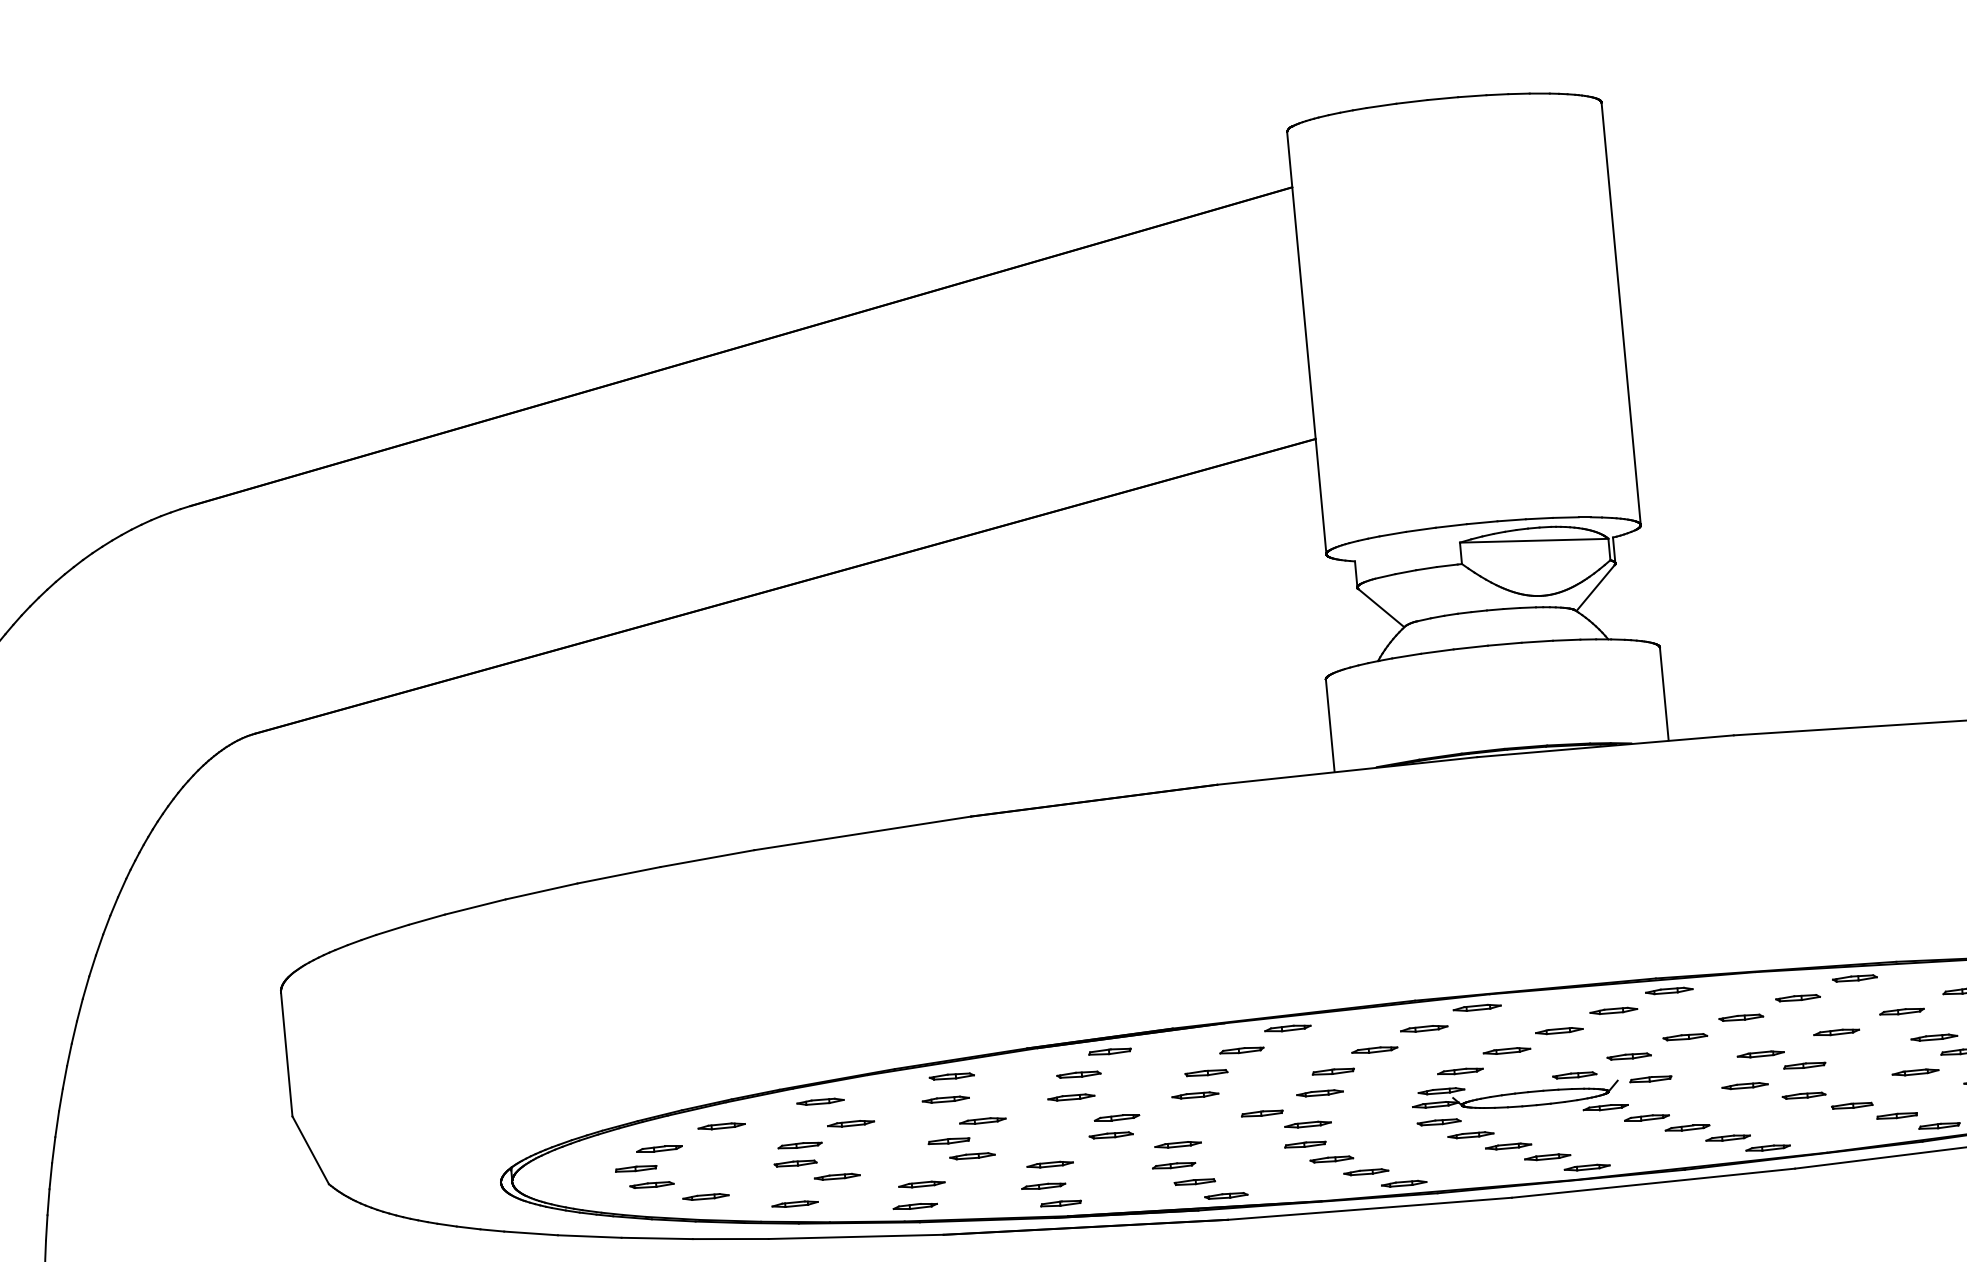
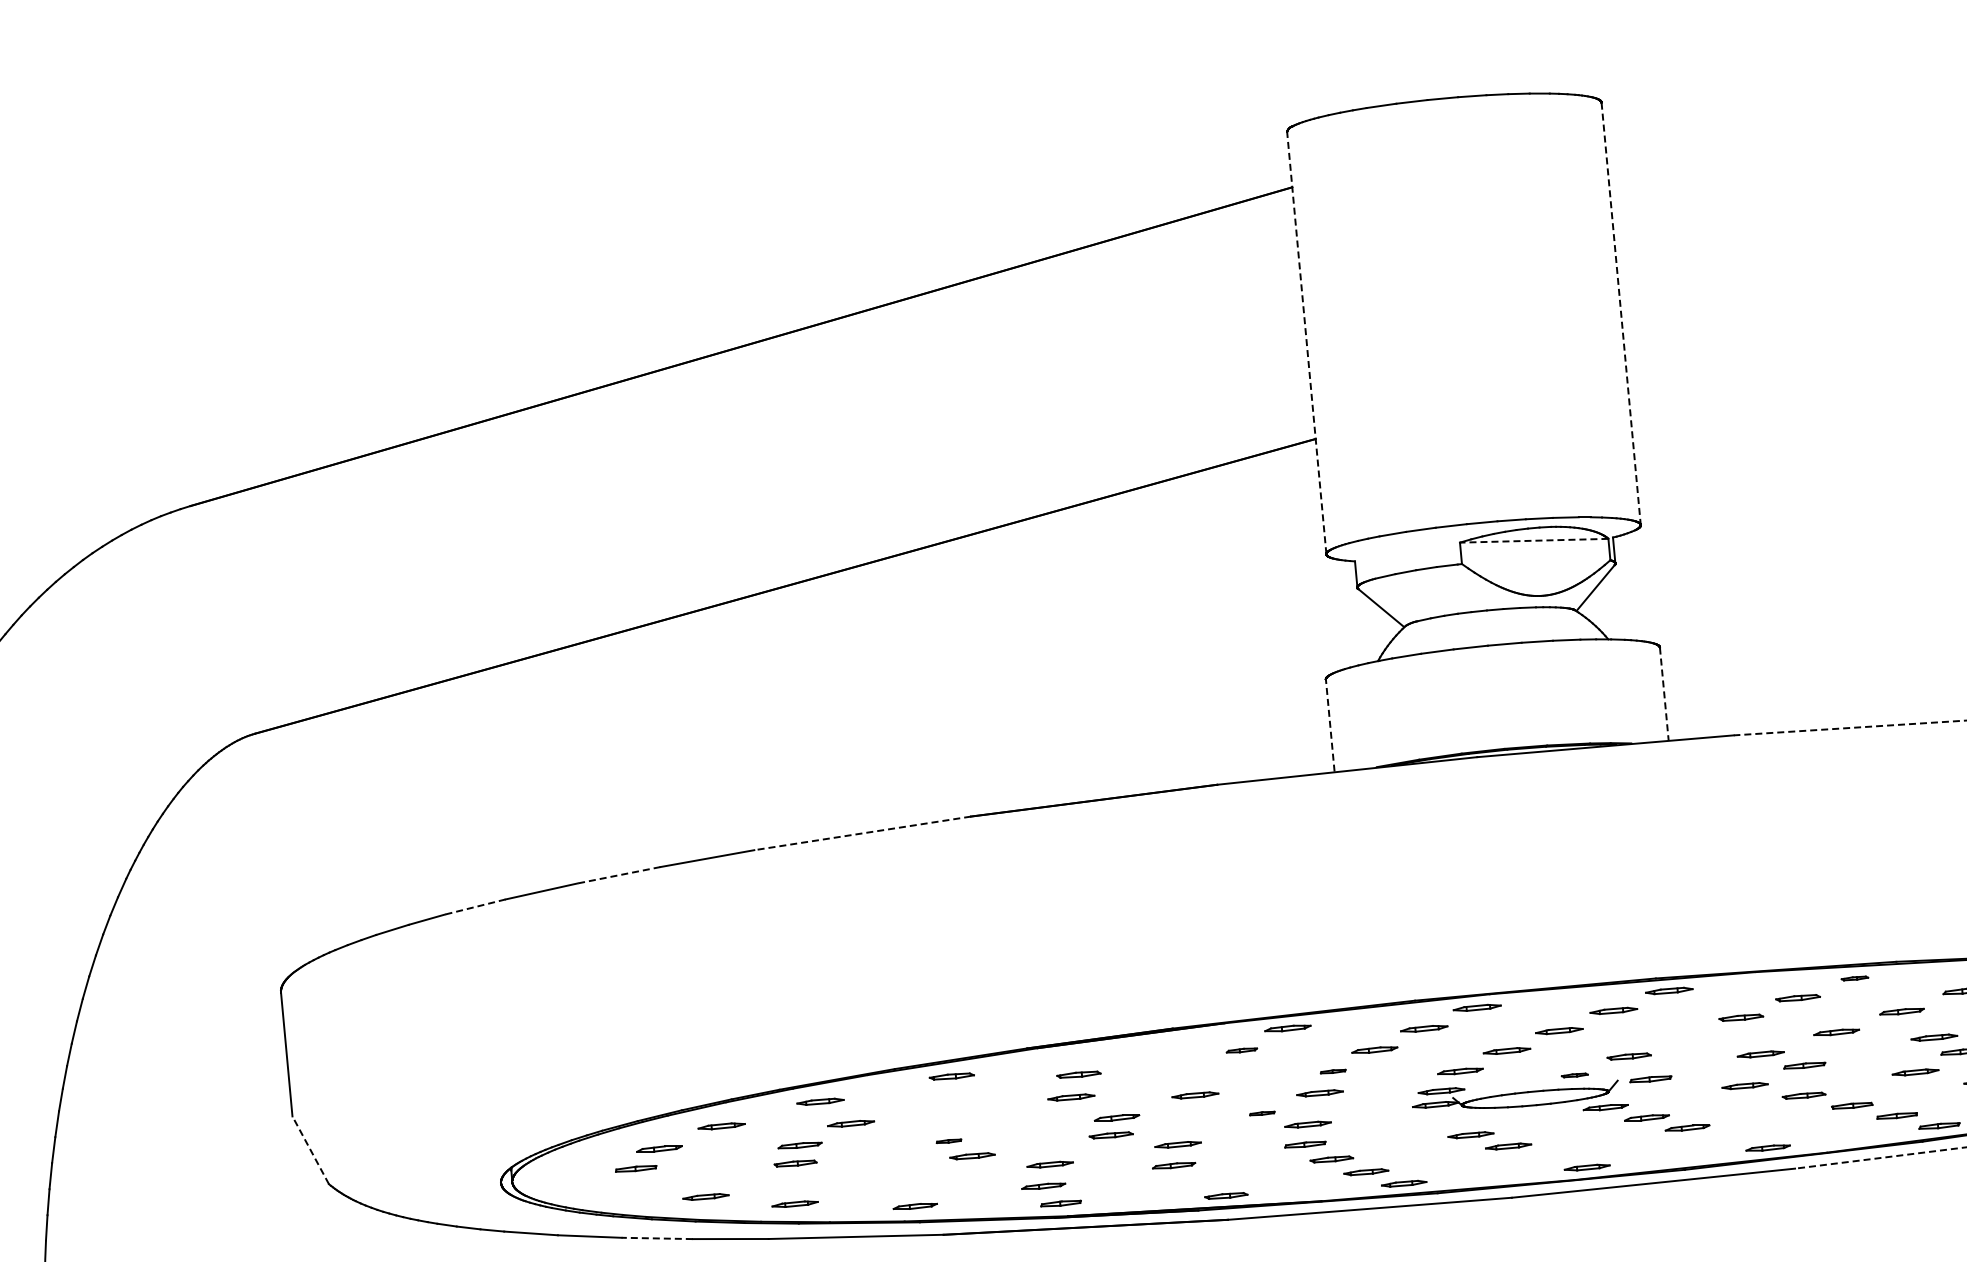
line at (1621, 314): solid -> dashed
line at (1306, 343): solid -> dashed
line at (1533, 540): solid -> dashed
line at (1664, 694): solid -> dashed
line at (1330, 725): solid -> dashed
line at (1850, 727): solid -> dashed
line at (862, 833): solid -> dashed
line at (618, 875): solid -> dashed
line at (474, 907): solid -> dashed
part at (1854, 978) size: 46x9 px -> 30x7 px
part at (1685, 1037): present -> none
part at (1241, 1050) size: 46x9 px -> 34x7 px
part at (1109, 1051): present -> none
part at (1332, 1071) size: 44x9 px -> 28x7 px
part at (1206, 1073): present -> none
part at (1574, 1075) size: 46x9 px -> 29x7 px
part at (945, 1099): present -> none
part at (1262, 1113) size: 43x9 px -> 27x7 px
part at (982, 1120): present -> none
part at (1438, 1122): present -> none
part at (1727, 1137): present -> none
part at (948, 1141) size: 44x9 px -> 28x6 px
line at (310, 1150): solid -> dashed
part at (1547, 1157): present -> none
line at (1881, 1157): solid -> dashed
part at (836, 1176): present -> none
part at (1194, 1181): present -> none
part at (651, 1184): present -> none
part at (921, 1184): present -> none
line at (657, 1238): solid -> dashed
